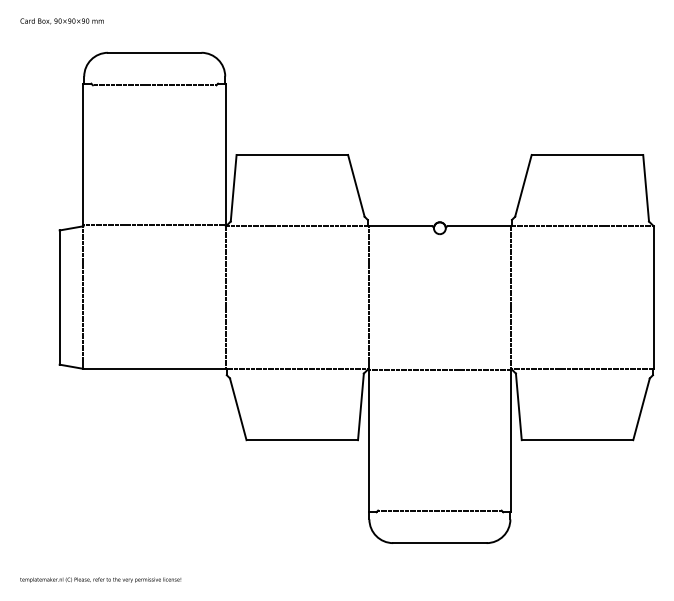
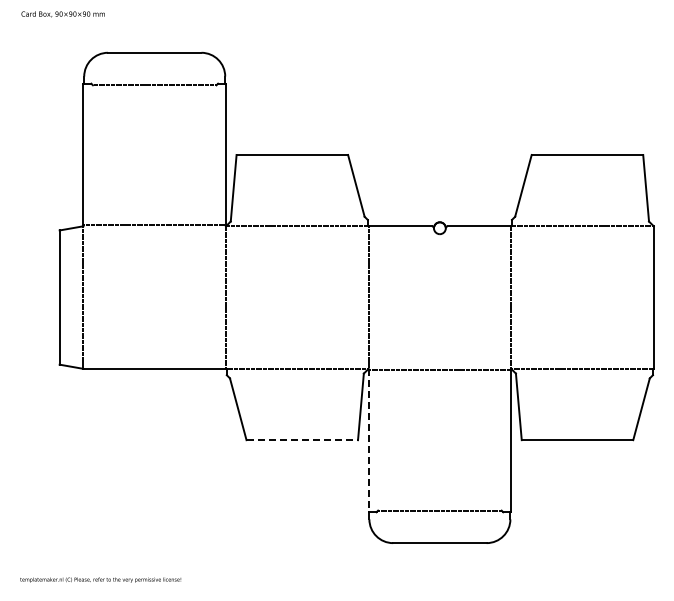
text at (61, 21) position: (61, 21) -> (62, 14)
line at (302, 440): solid -> dashed
line at (368, 440): solid -> dashed
